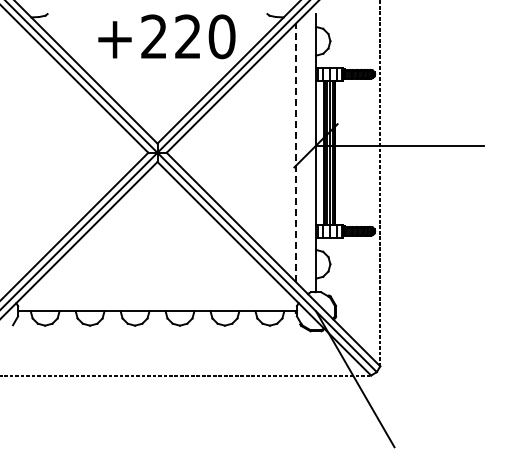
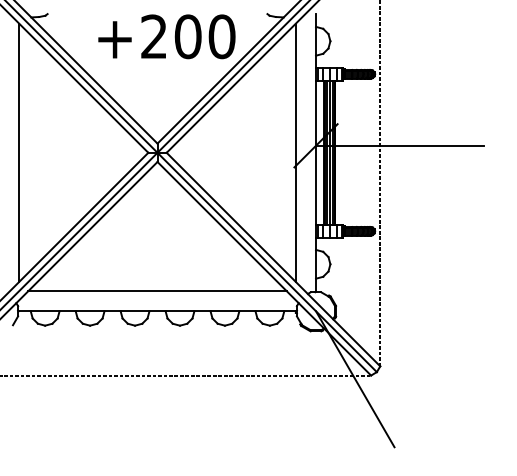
text at (187, 36): +220 -> +200
line at (19, 152): none -> present
line at (295, 152): dashed -> solid
line at (157, 291): none -> present
